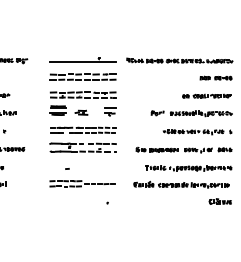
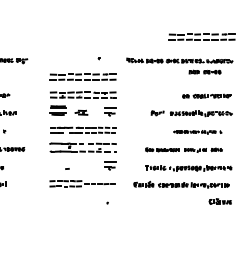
part at (201, 36): none -> present
line at (82, 62): present -> none
part at (215, 77) position: (215, 77) -> (204, 71)
part at (197, 132) size: 70x7 px -> 50x5 px
part at (183, 149) size: 98x8 px -> 78x6 px
part at (110, 165): none -> present
